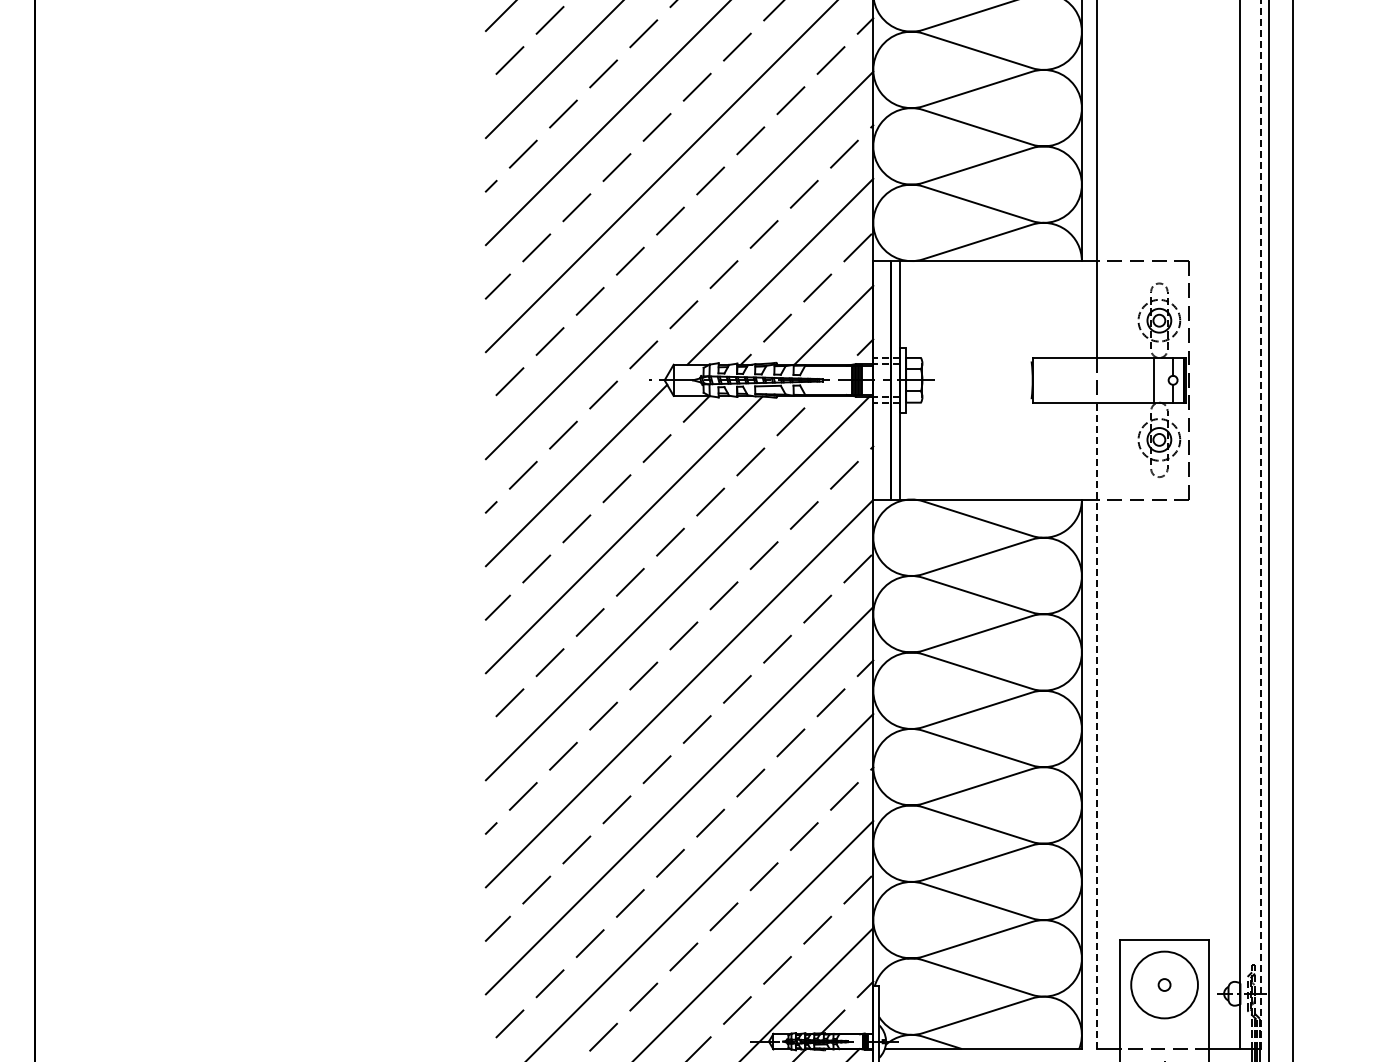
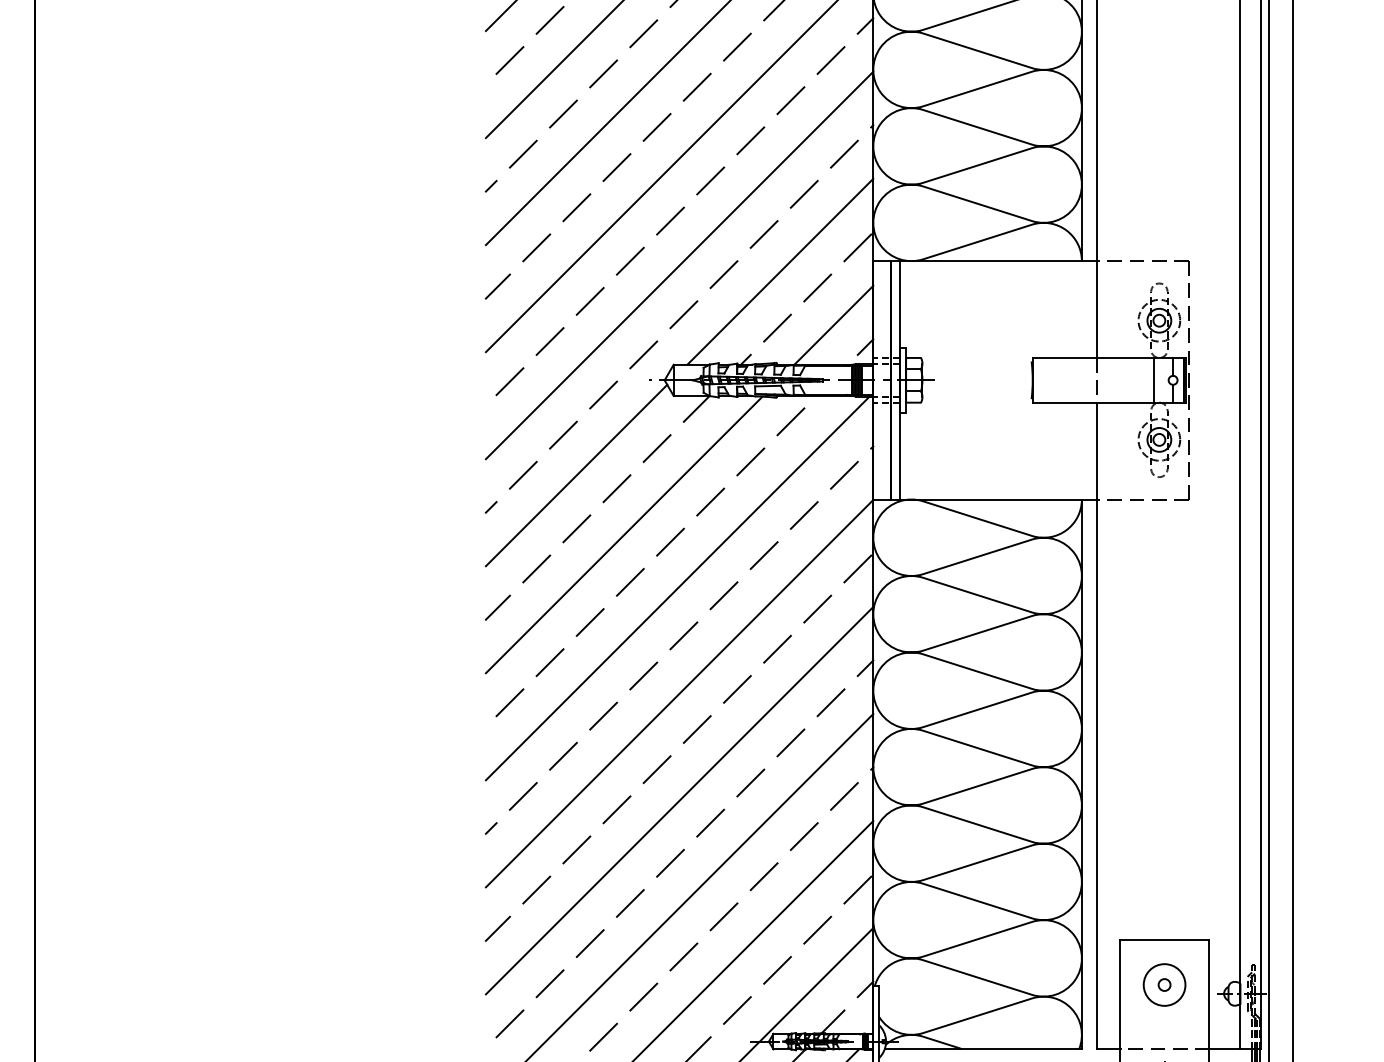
line at (1260, 524): dashed -> solid
line at (1096, 725): dashed -> solid
circle at (1164, 984) diameter: 67 px -> 42 px
